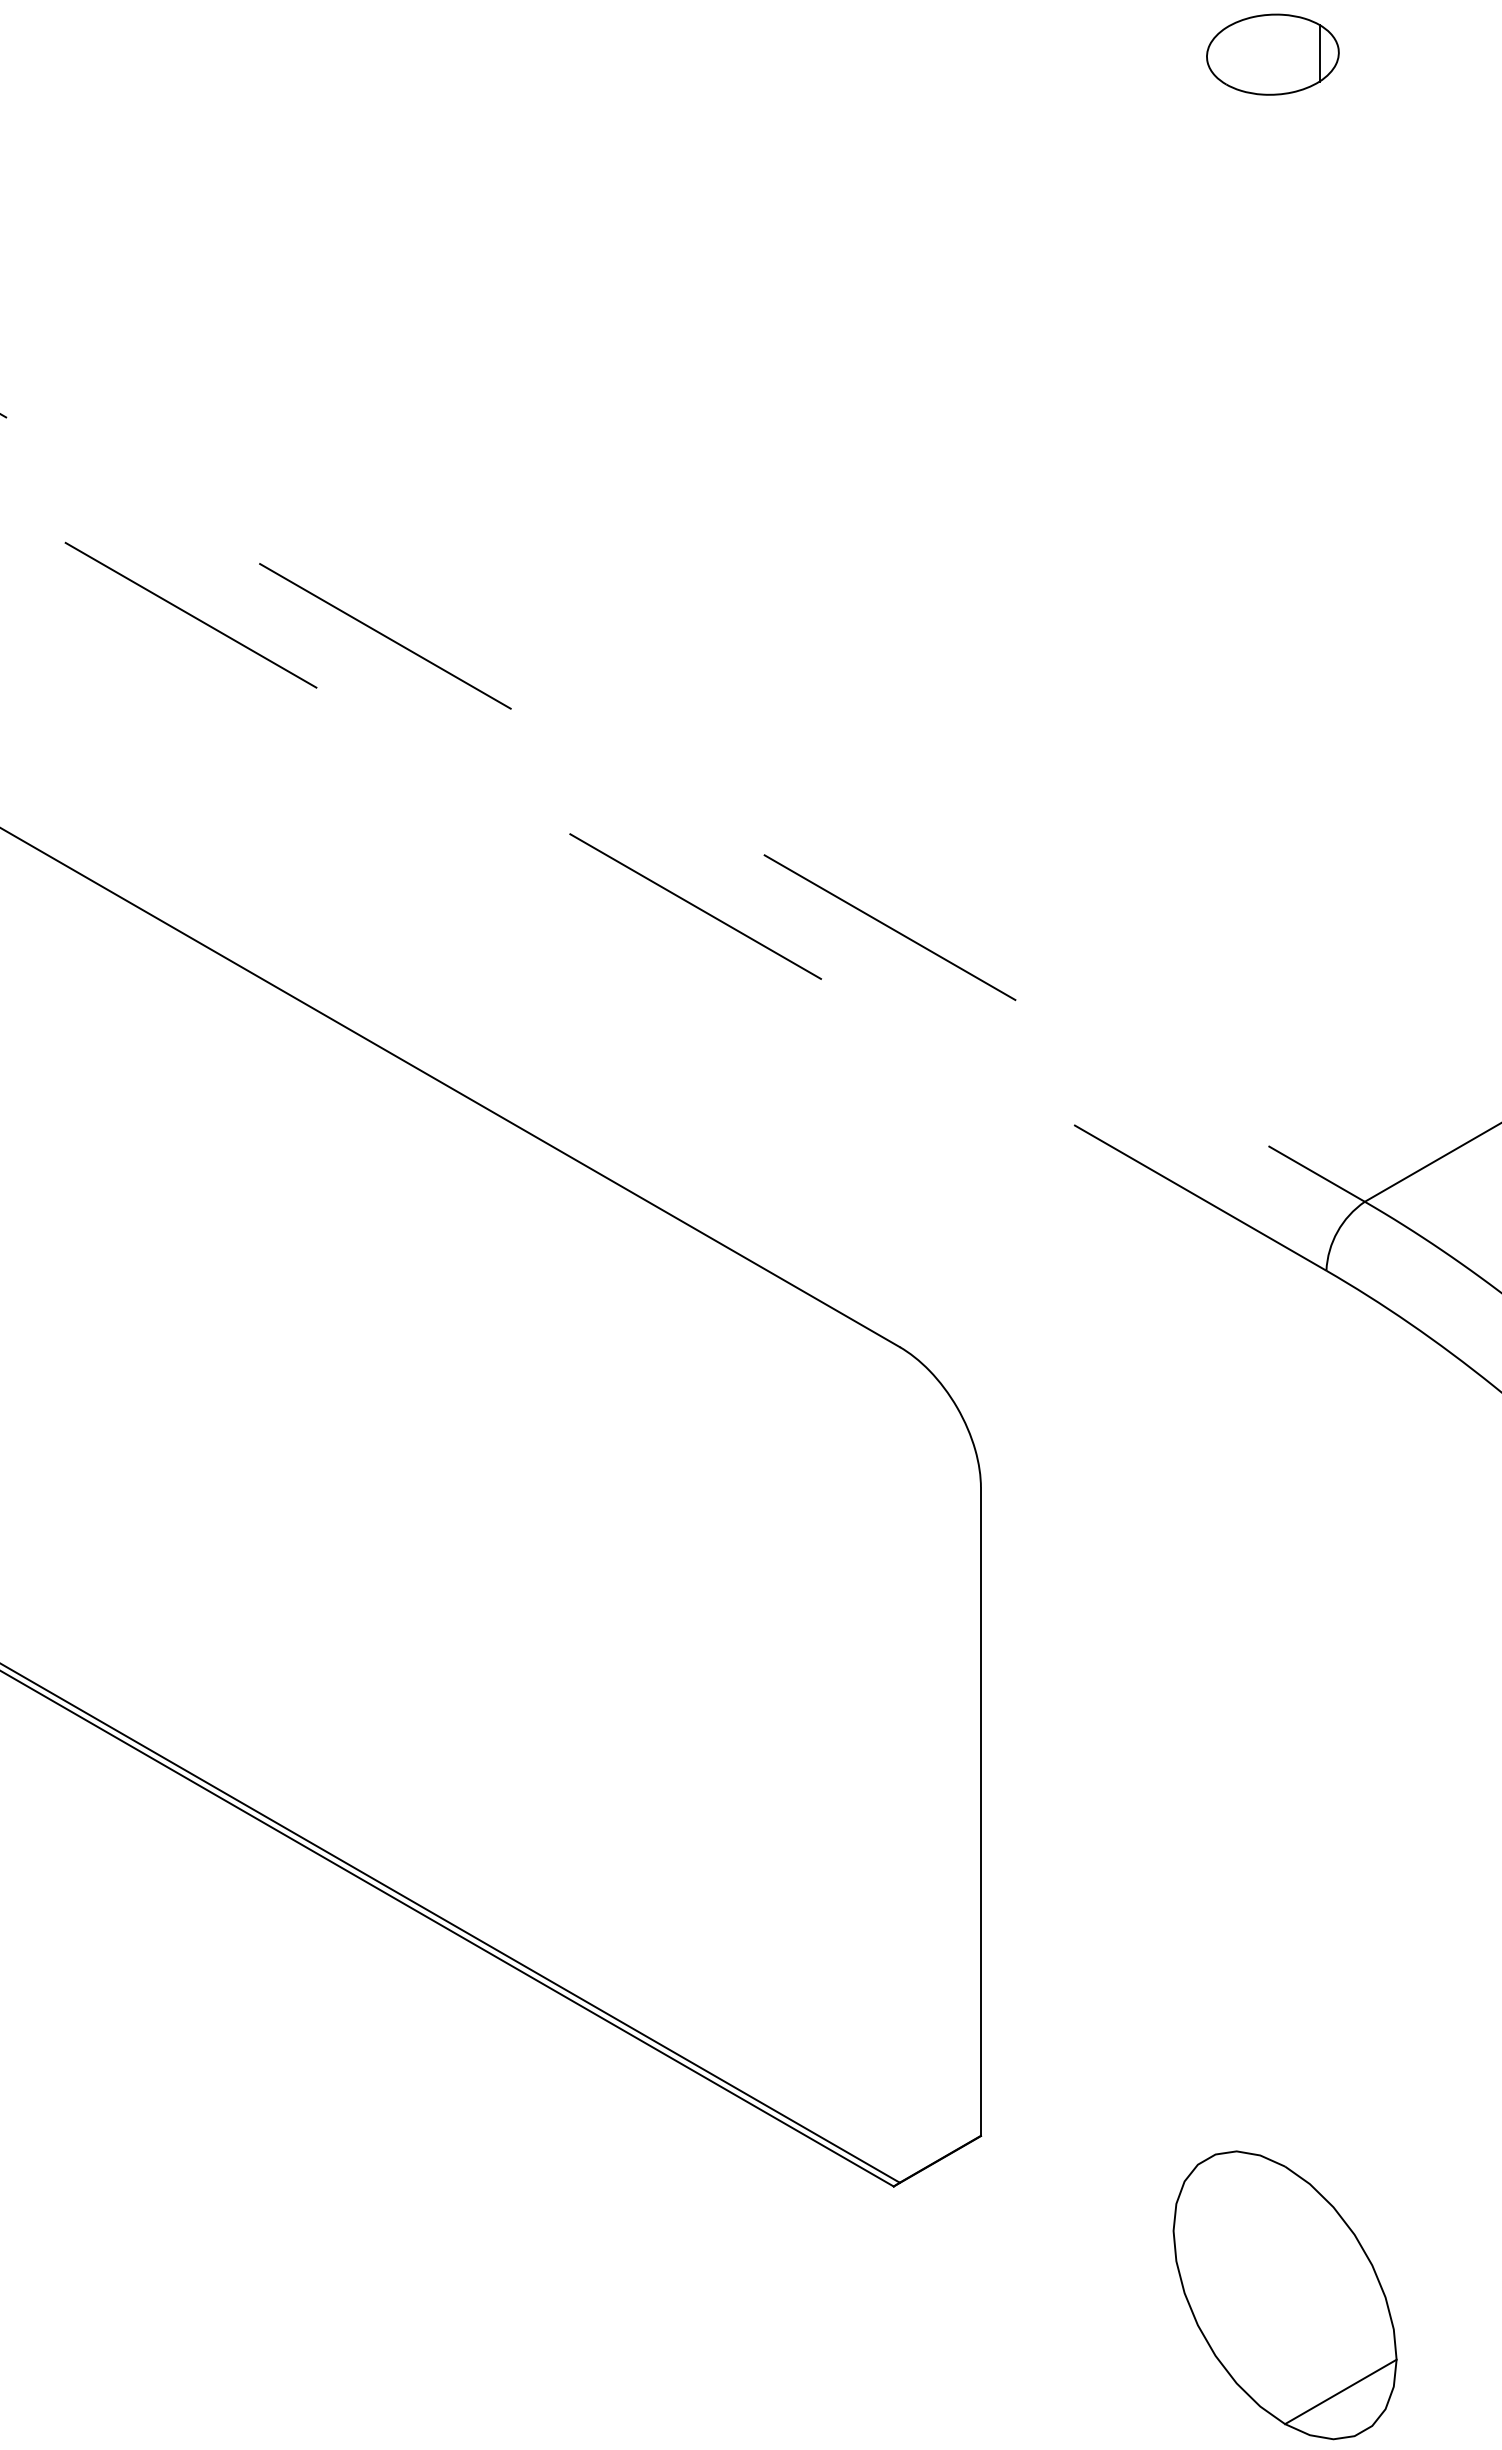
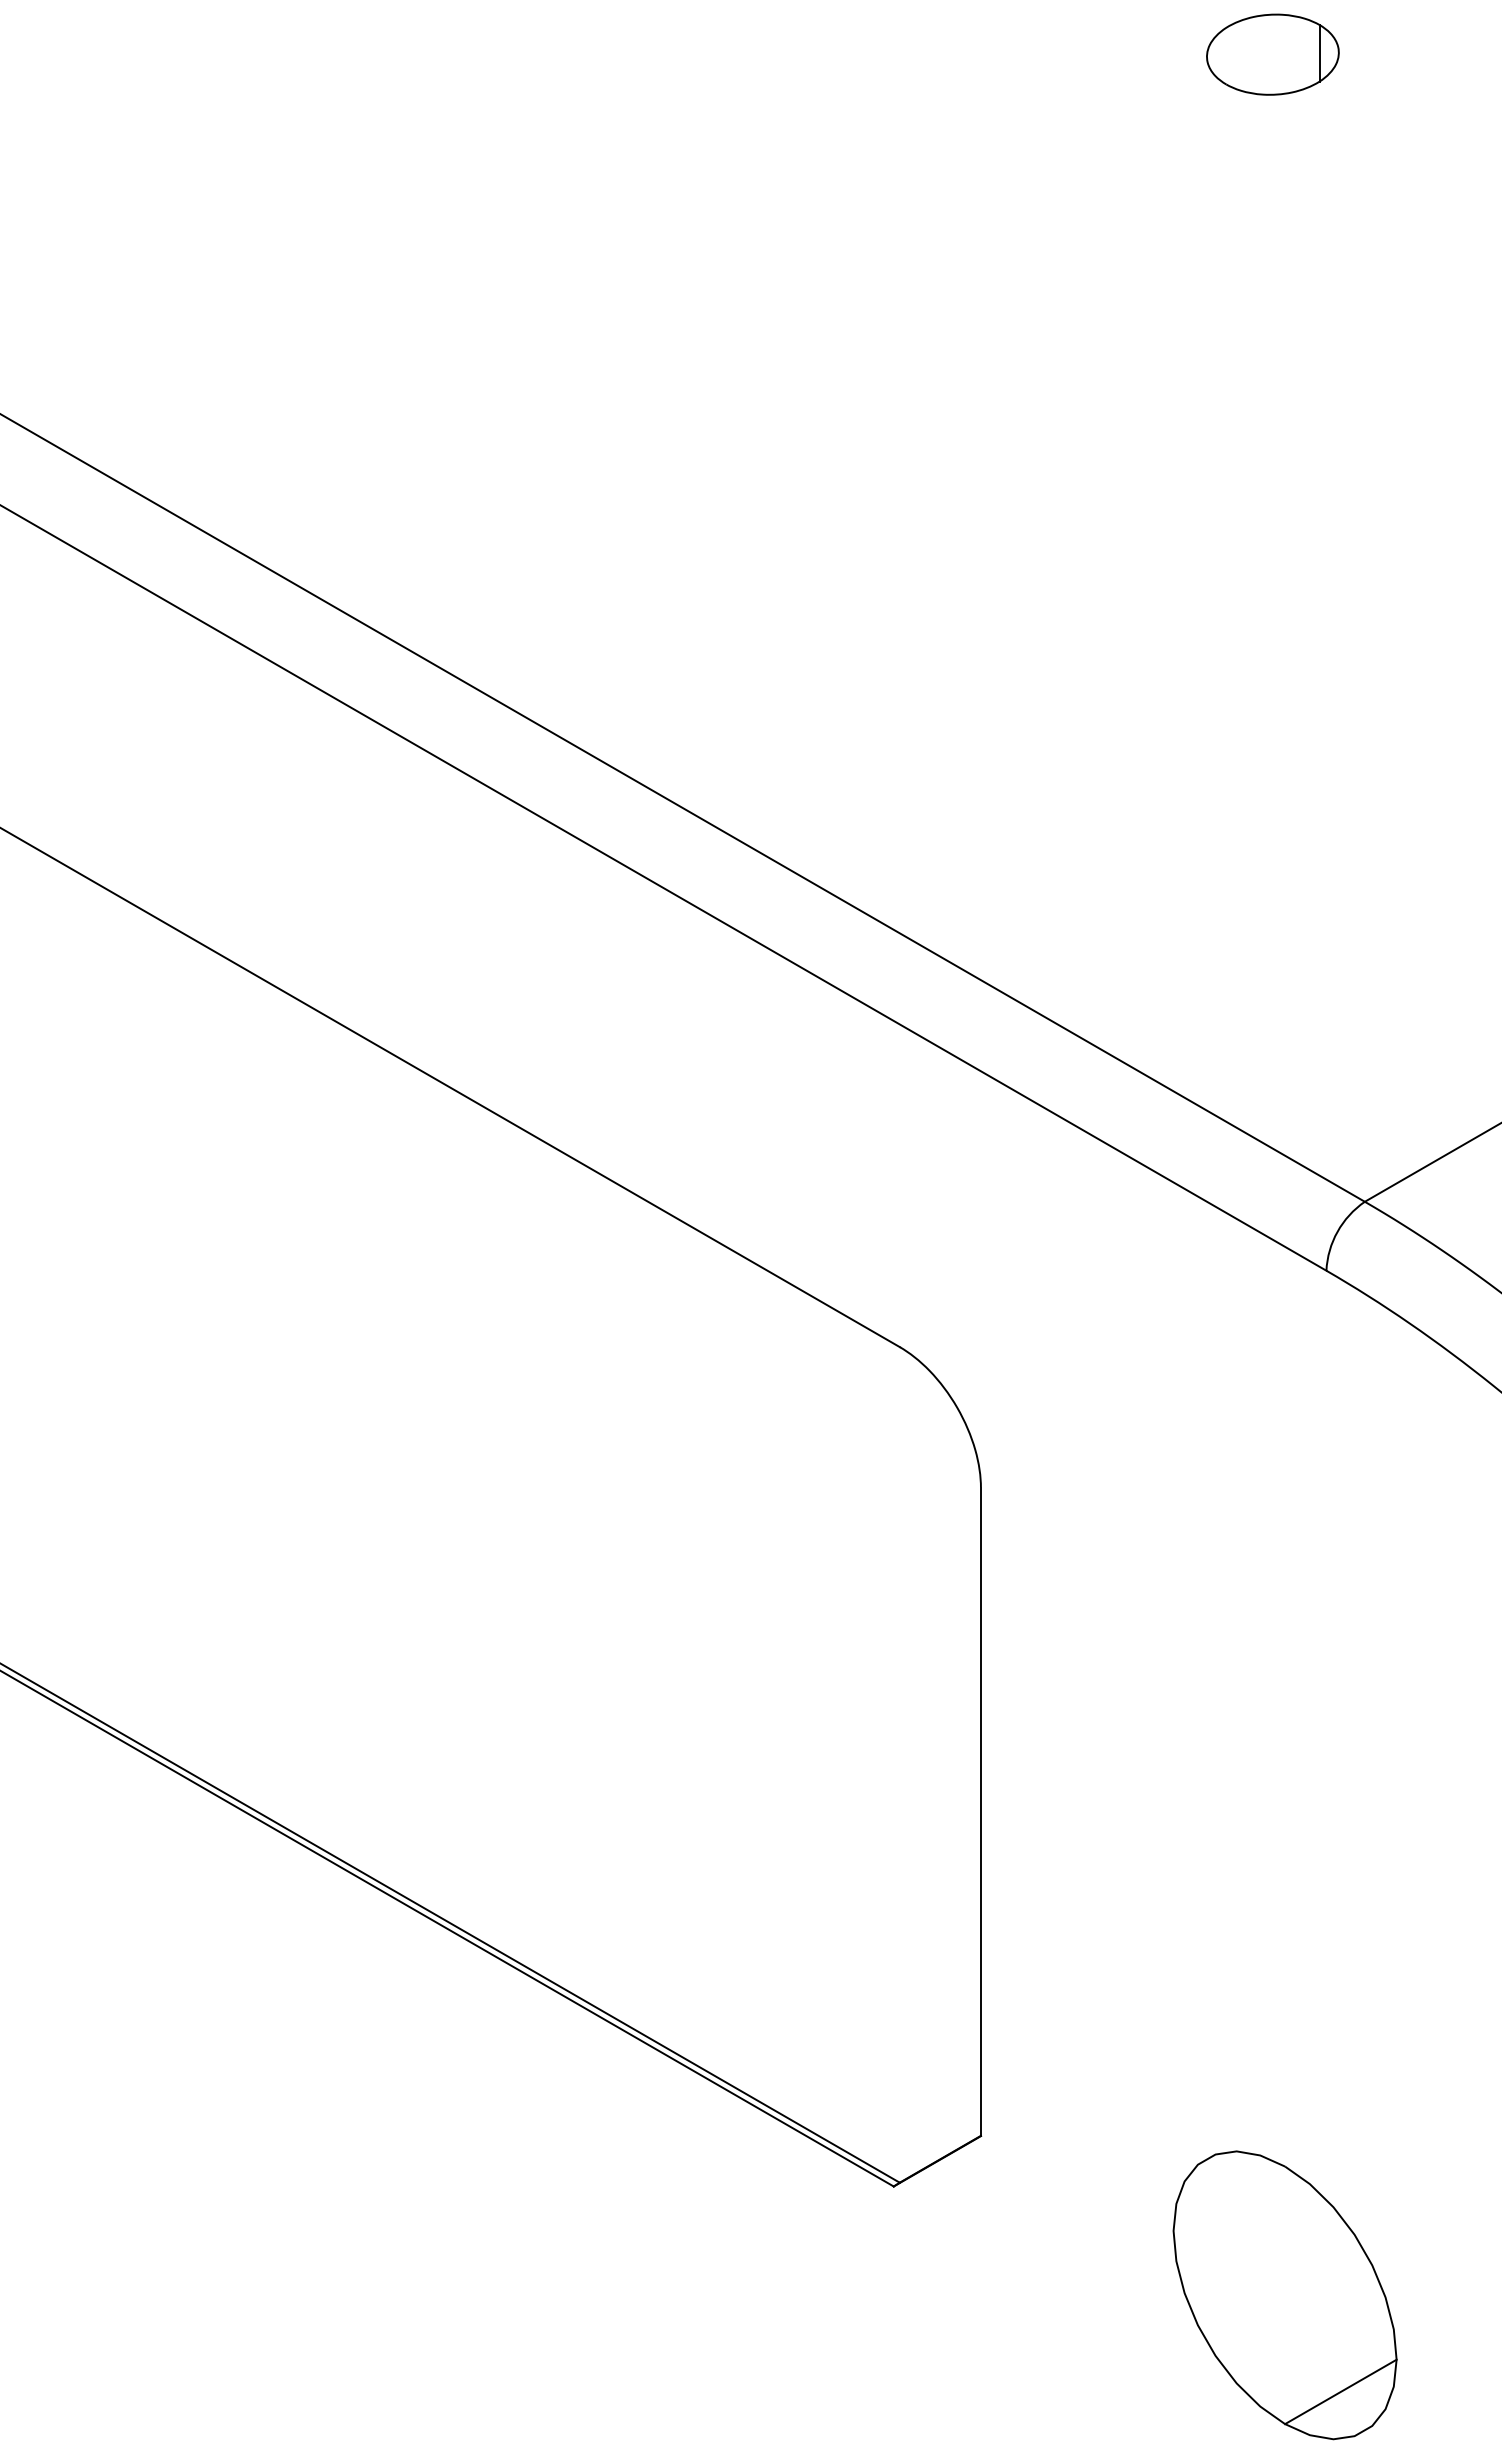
line at (682, 807): dashed -> solid
line at (663, 887): dashed -> solid
